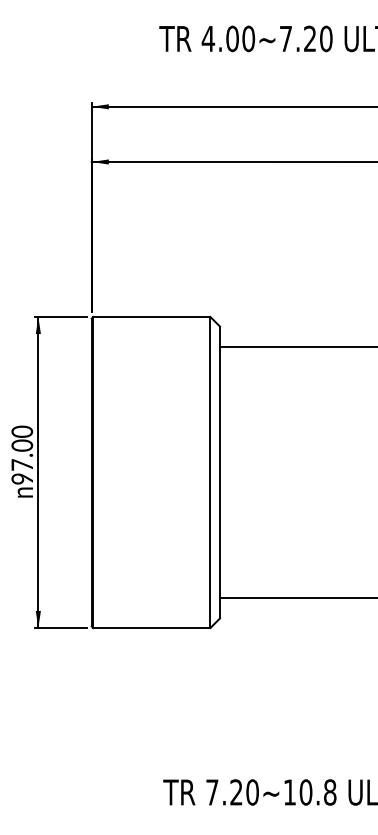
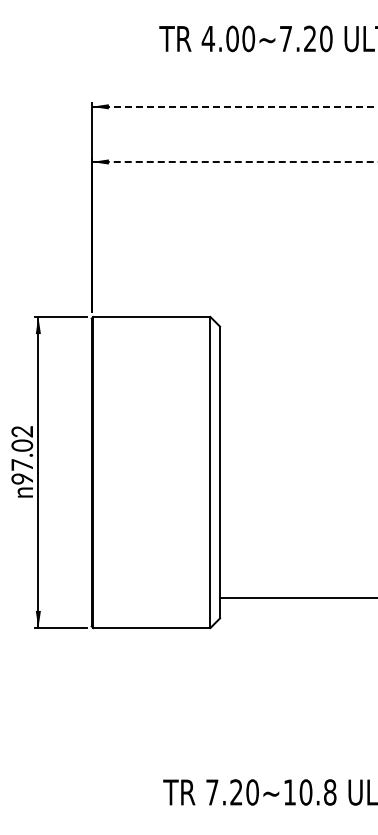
line at (234, 106): solid -> dashed
line at (234, 162): solid -> dashed
line at (297, 347): present -> none
text at (22, 431): 97.00 -> 97.02
